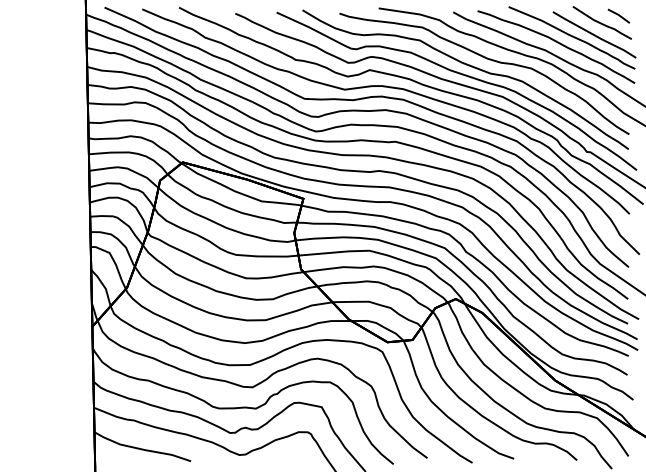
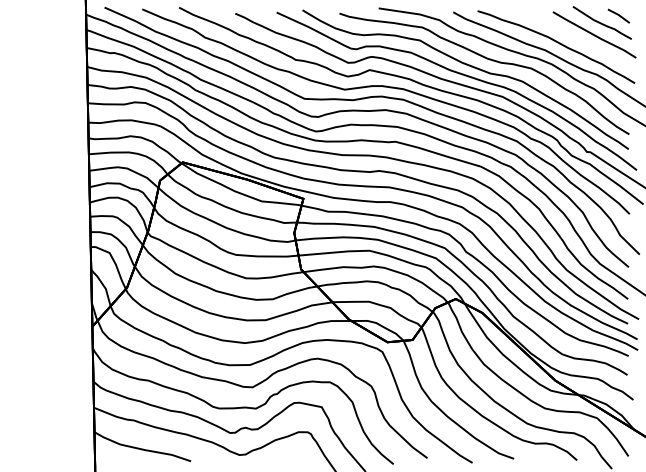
curve at (571, 36): present -> none
